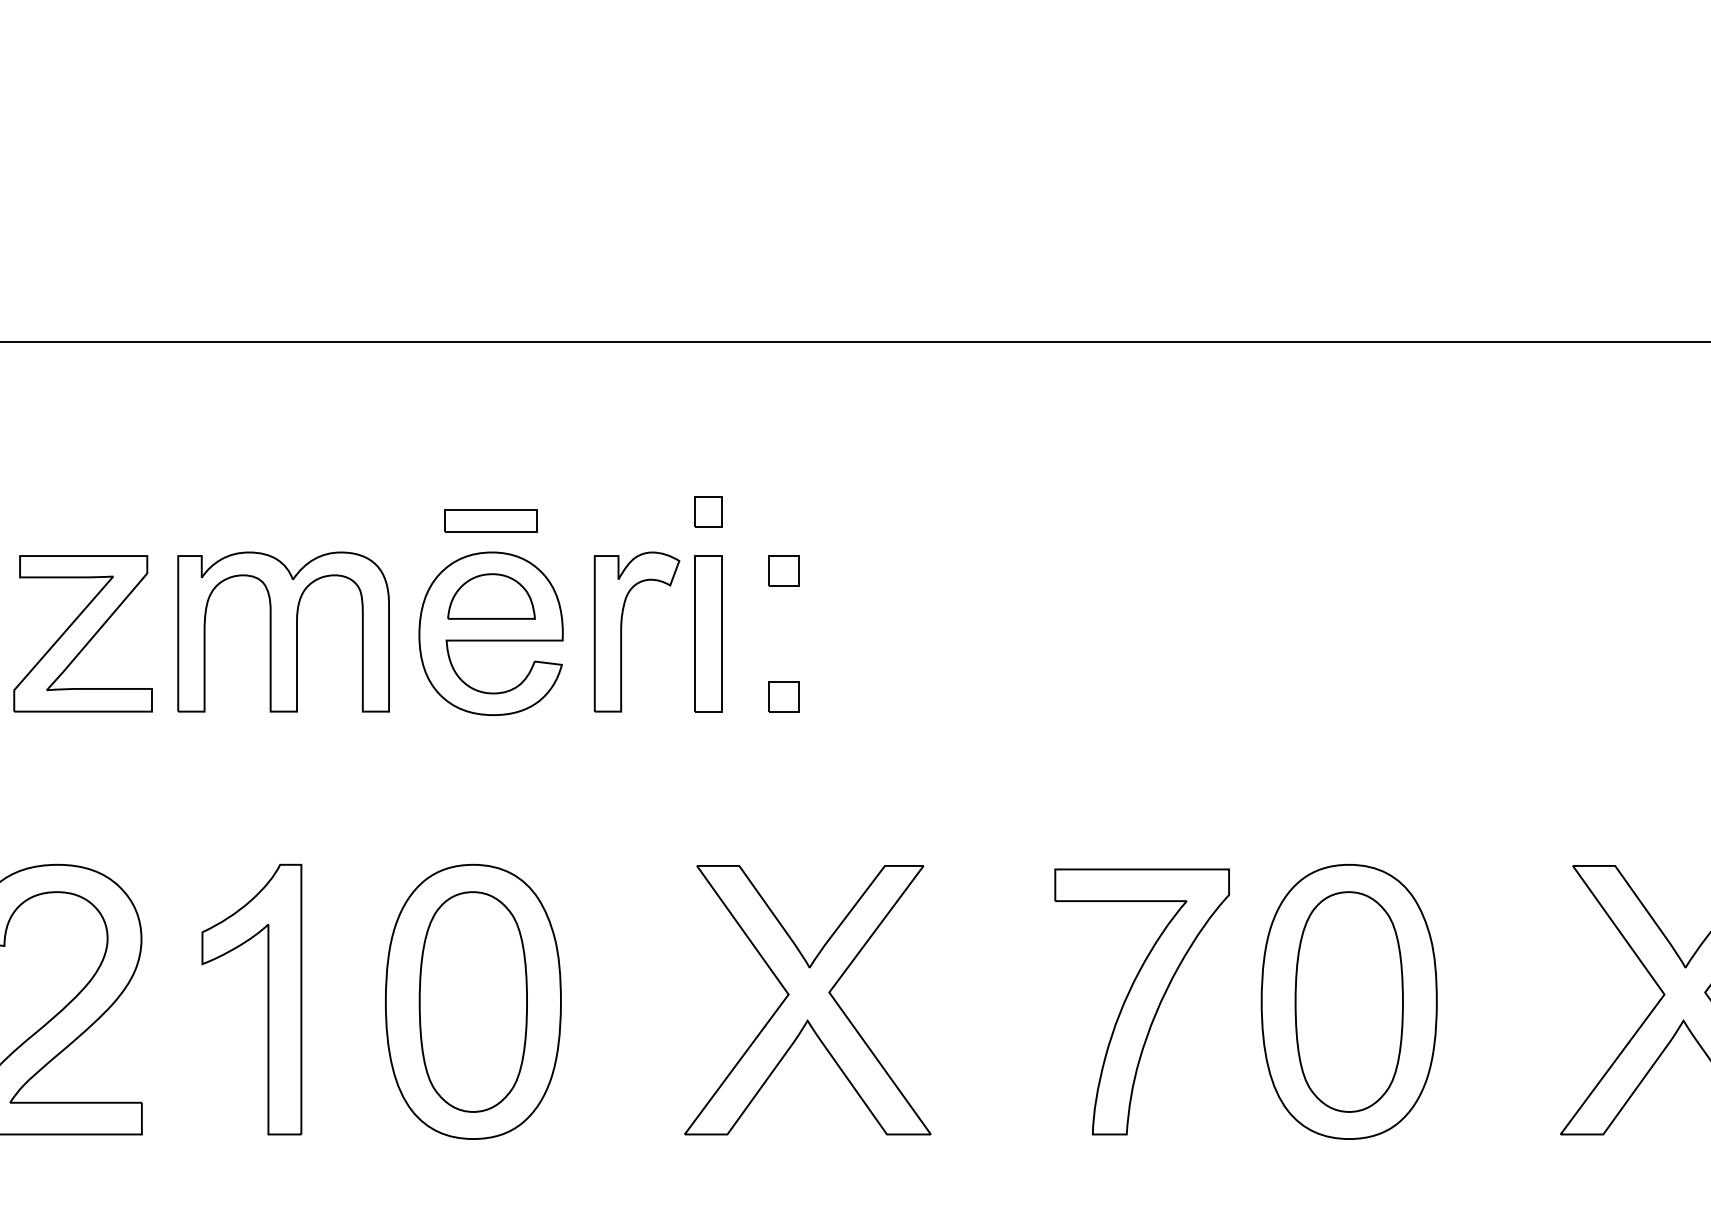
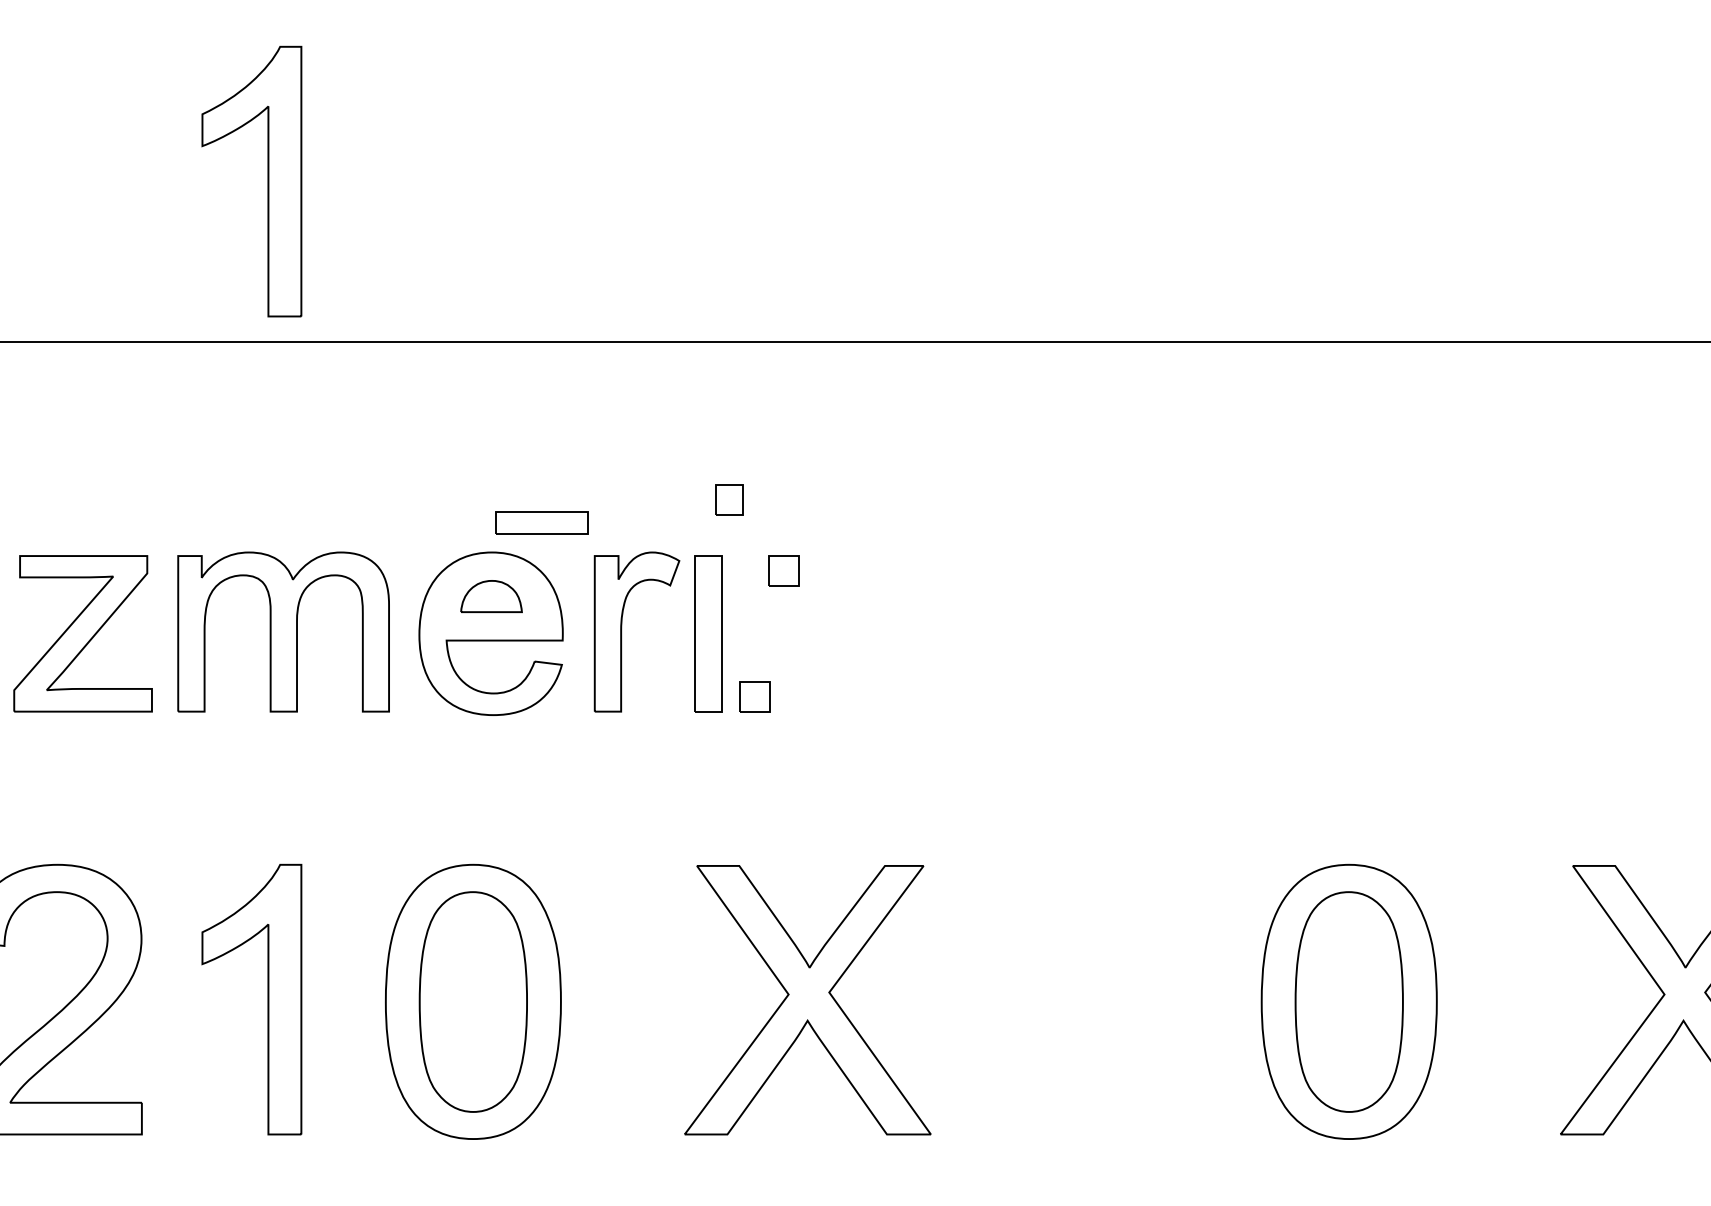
part at (267, 181): none -> present
part at (708, 511) position: (708, 511) -> (729, 499)
part at (490, 520) position: (490, 520) -> (541, 522)
part at (491, 596) size: 89x47 px -> 63x33 px
part at (783, 696) position: (783, 696) -> (754, 696)
part at (1141, 1001): present -> none
